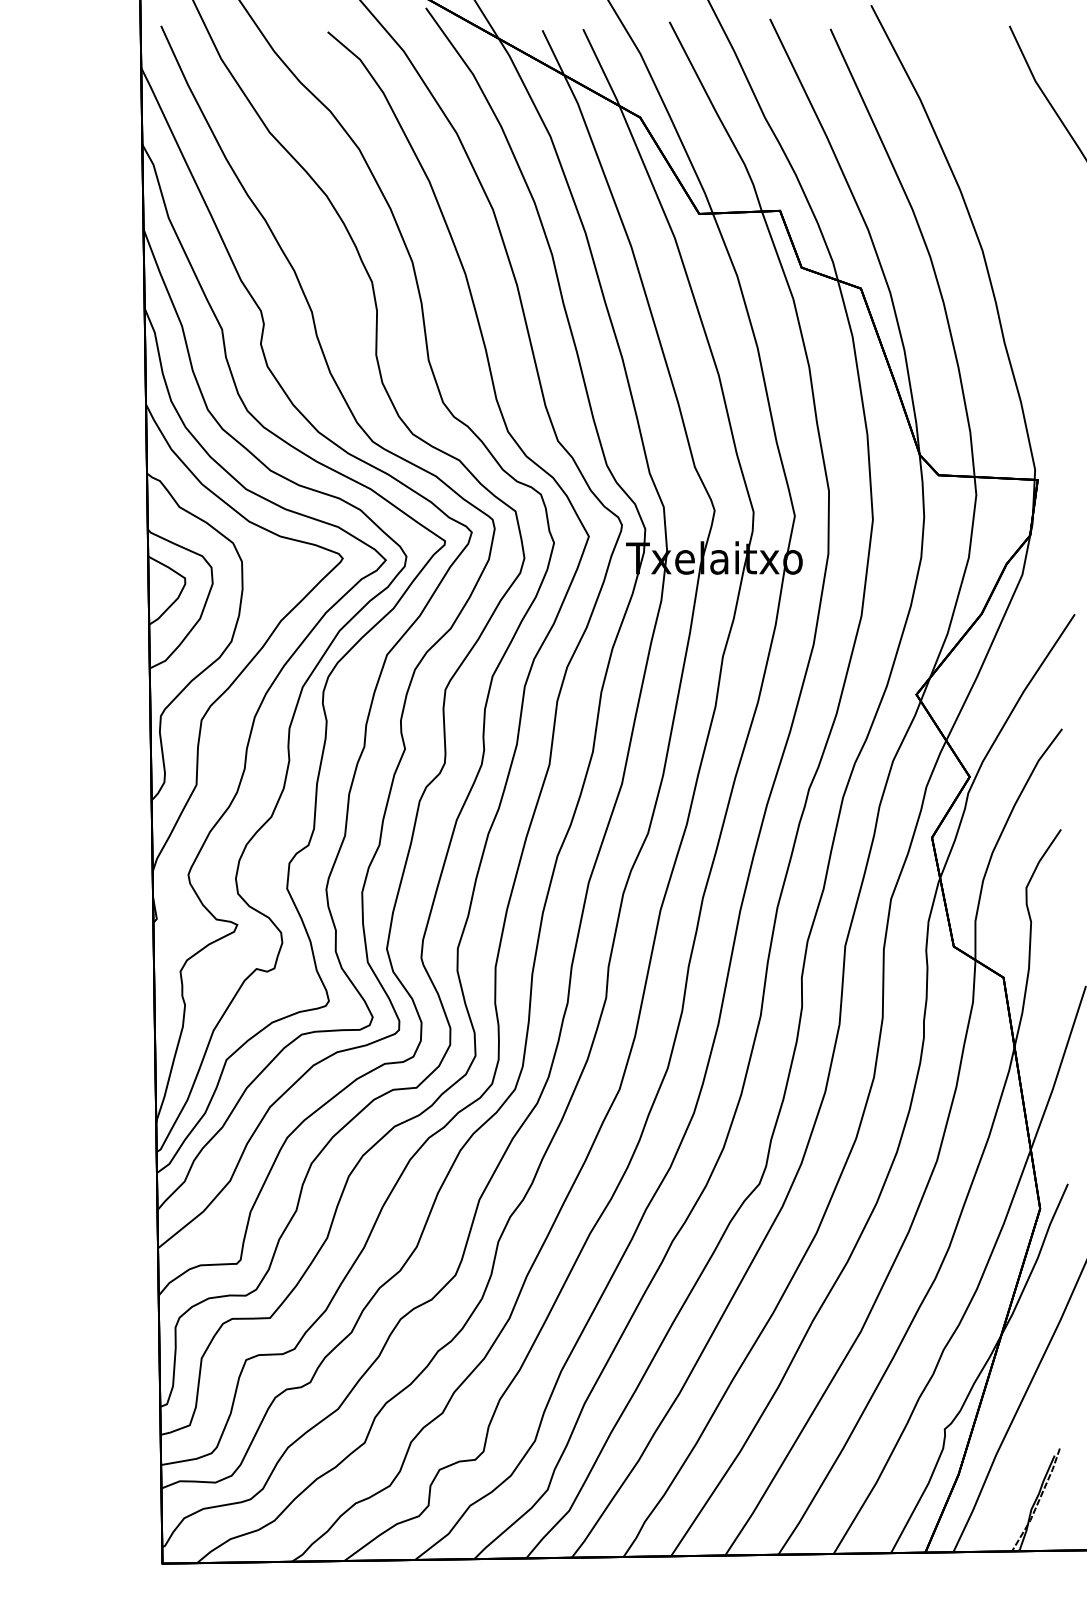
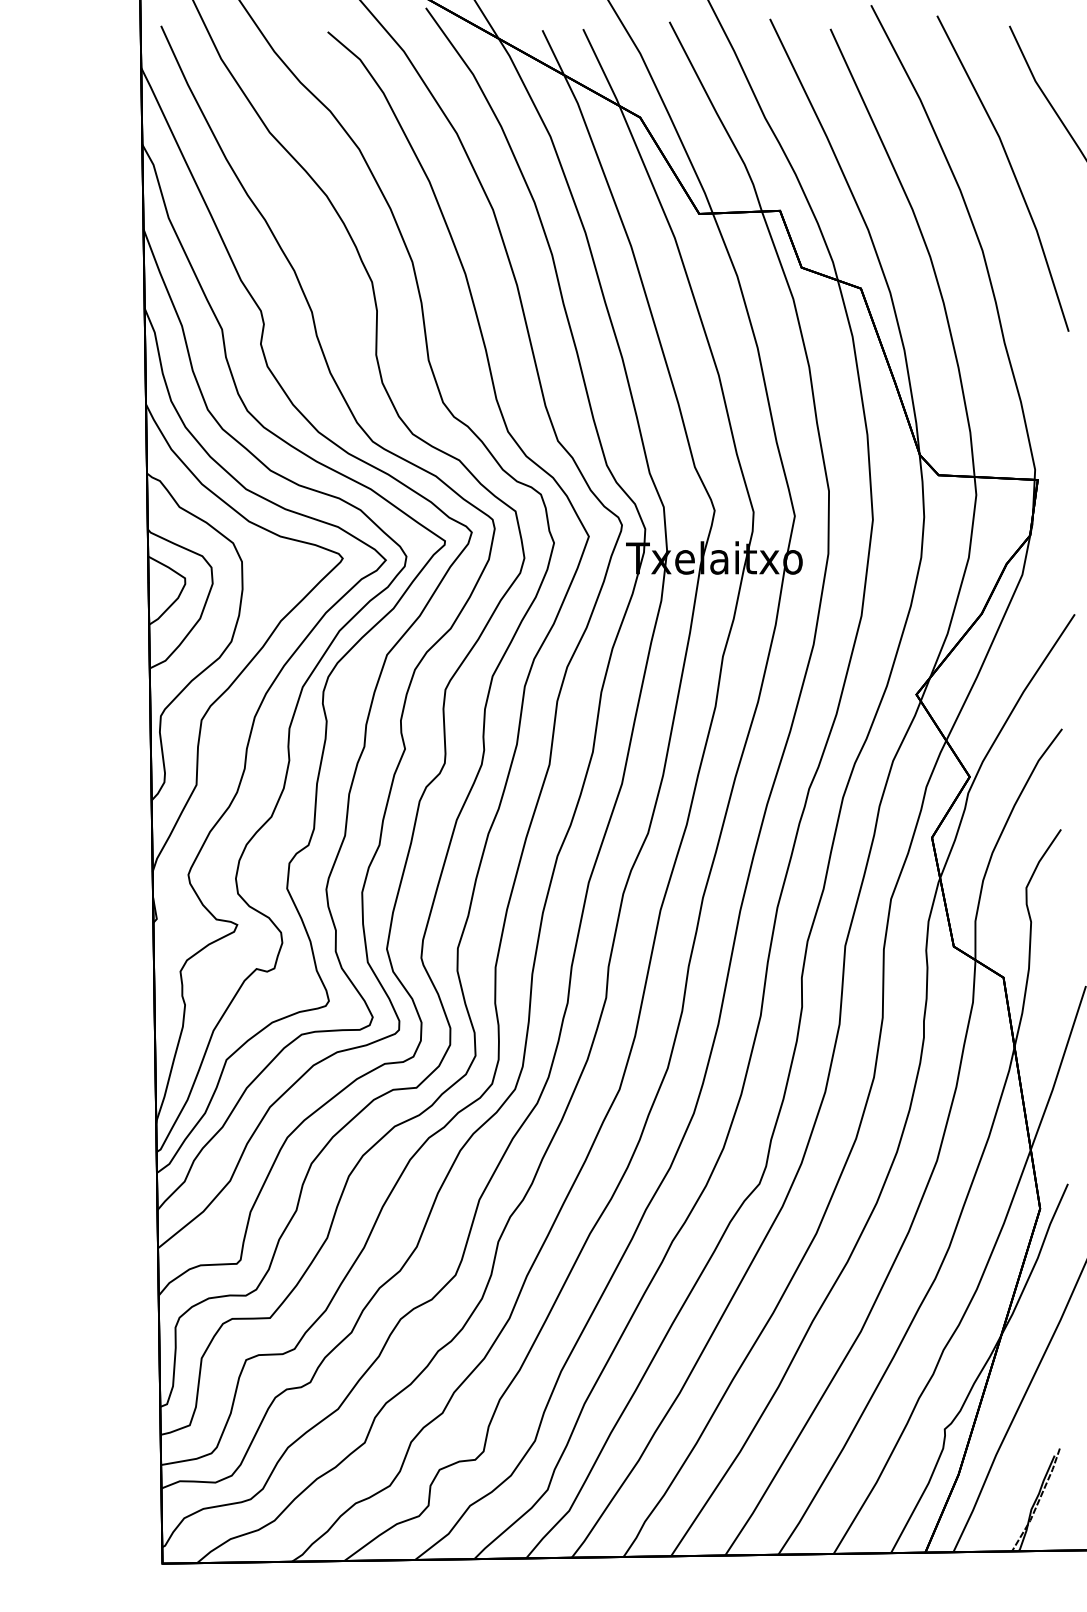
line at (1010, 168): none -> present
